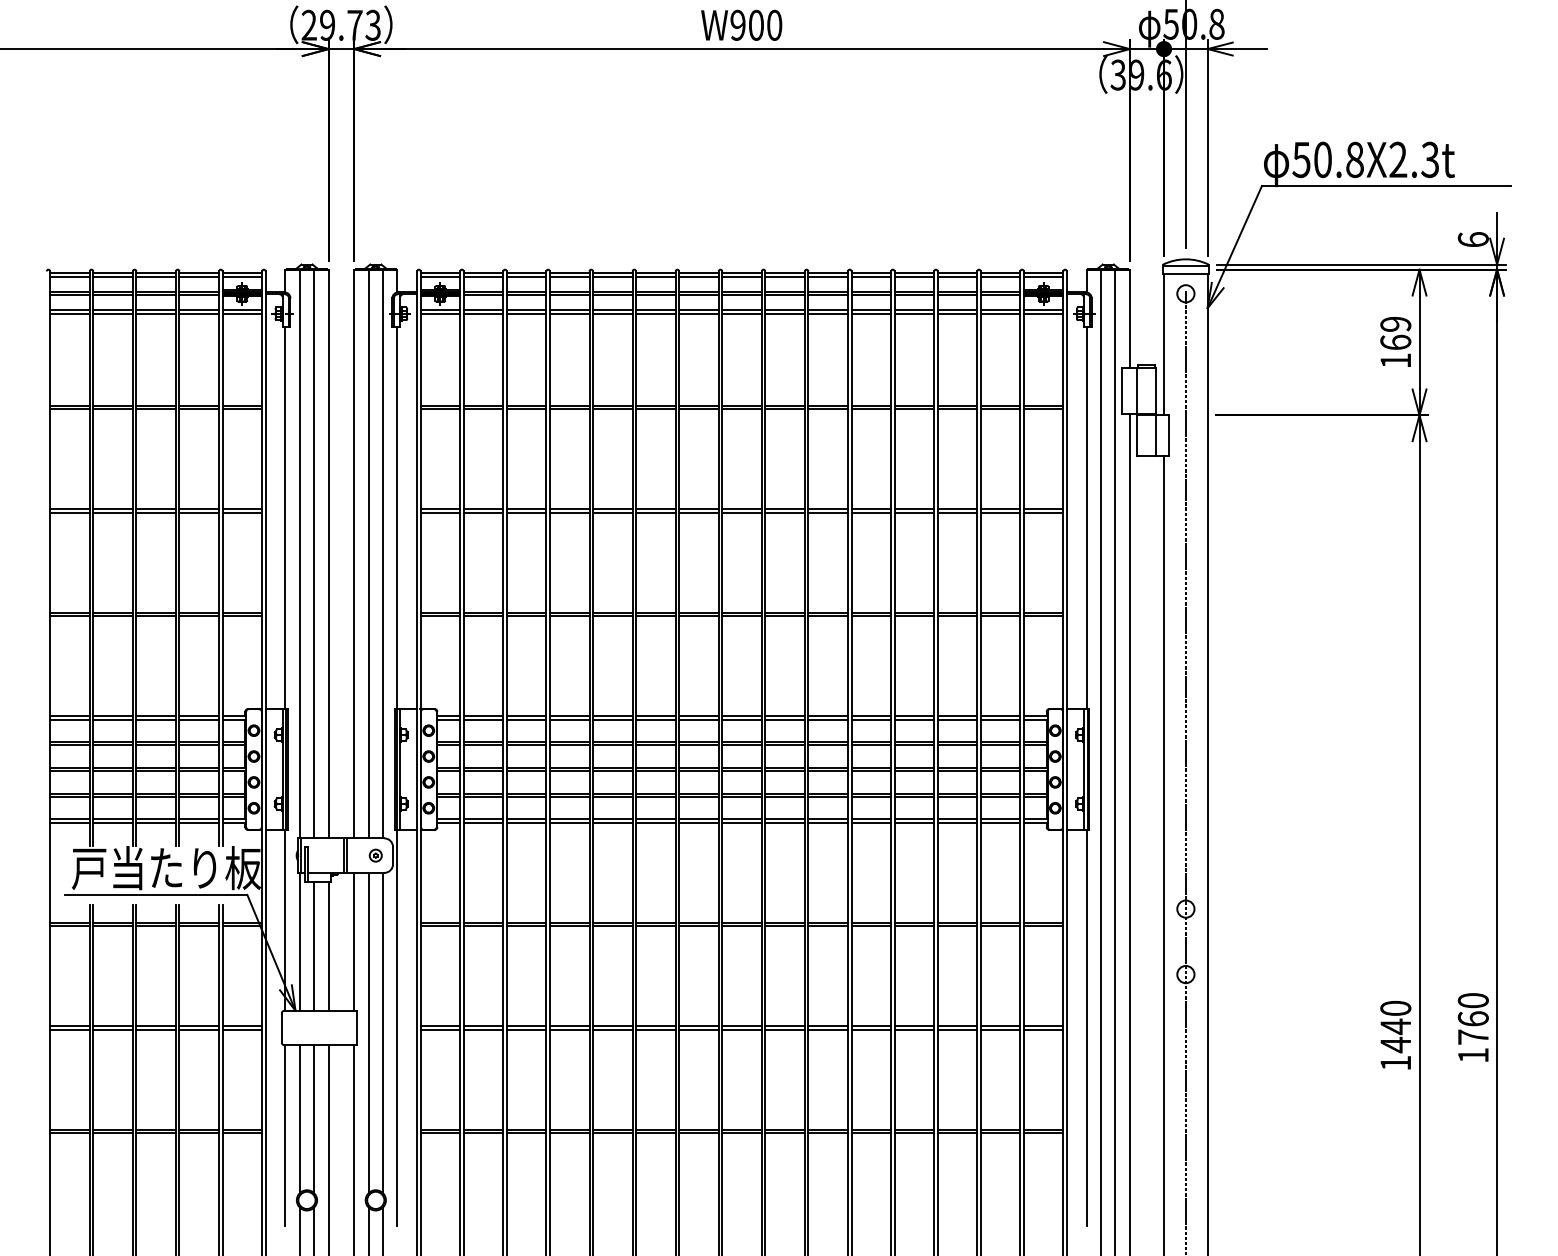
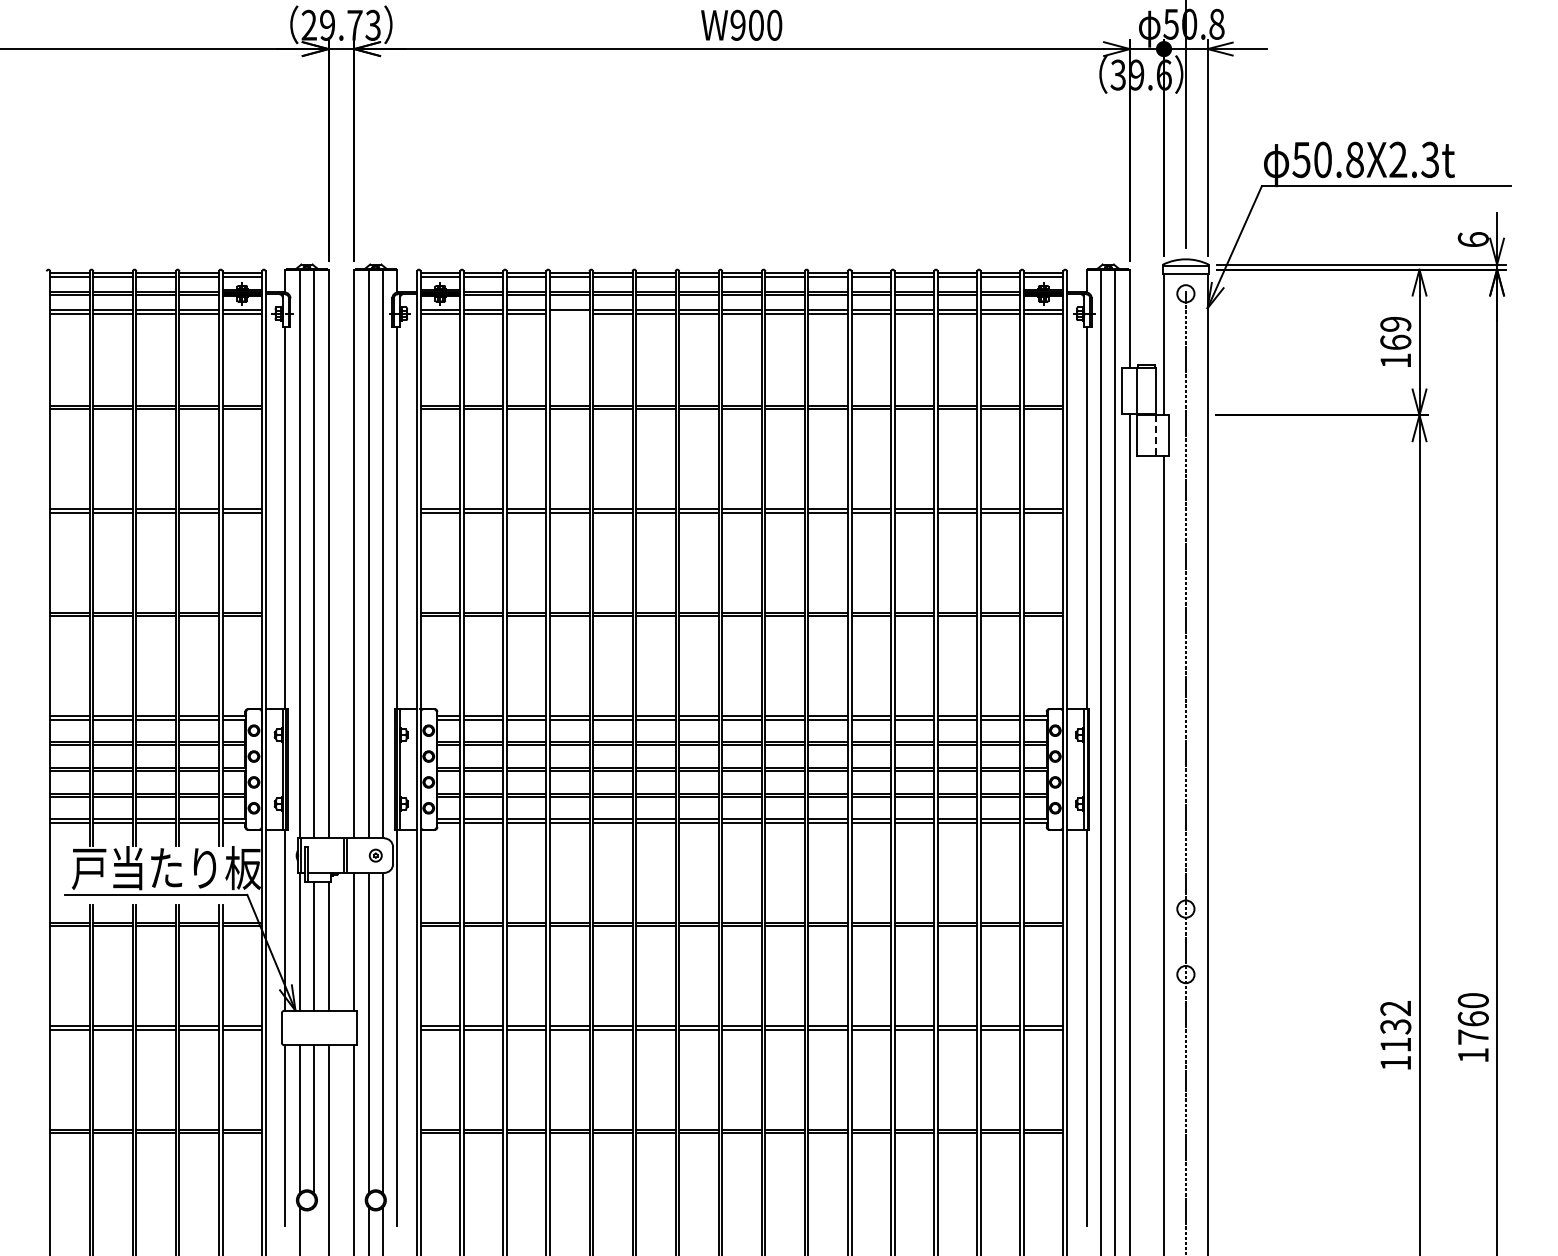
line at (569, 313): present -> none
line at (1156, 436): solid -> dashed
text at (1395, 1026): 1440 -> 1132
line at (314, 1229): present -> none
